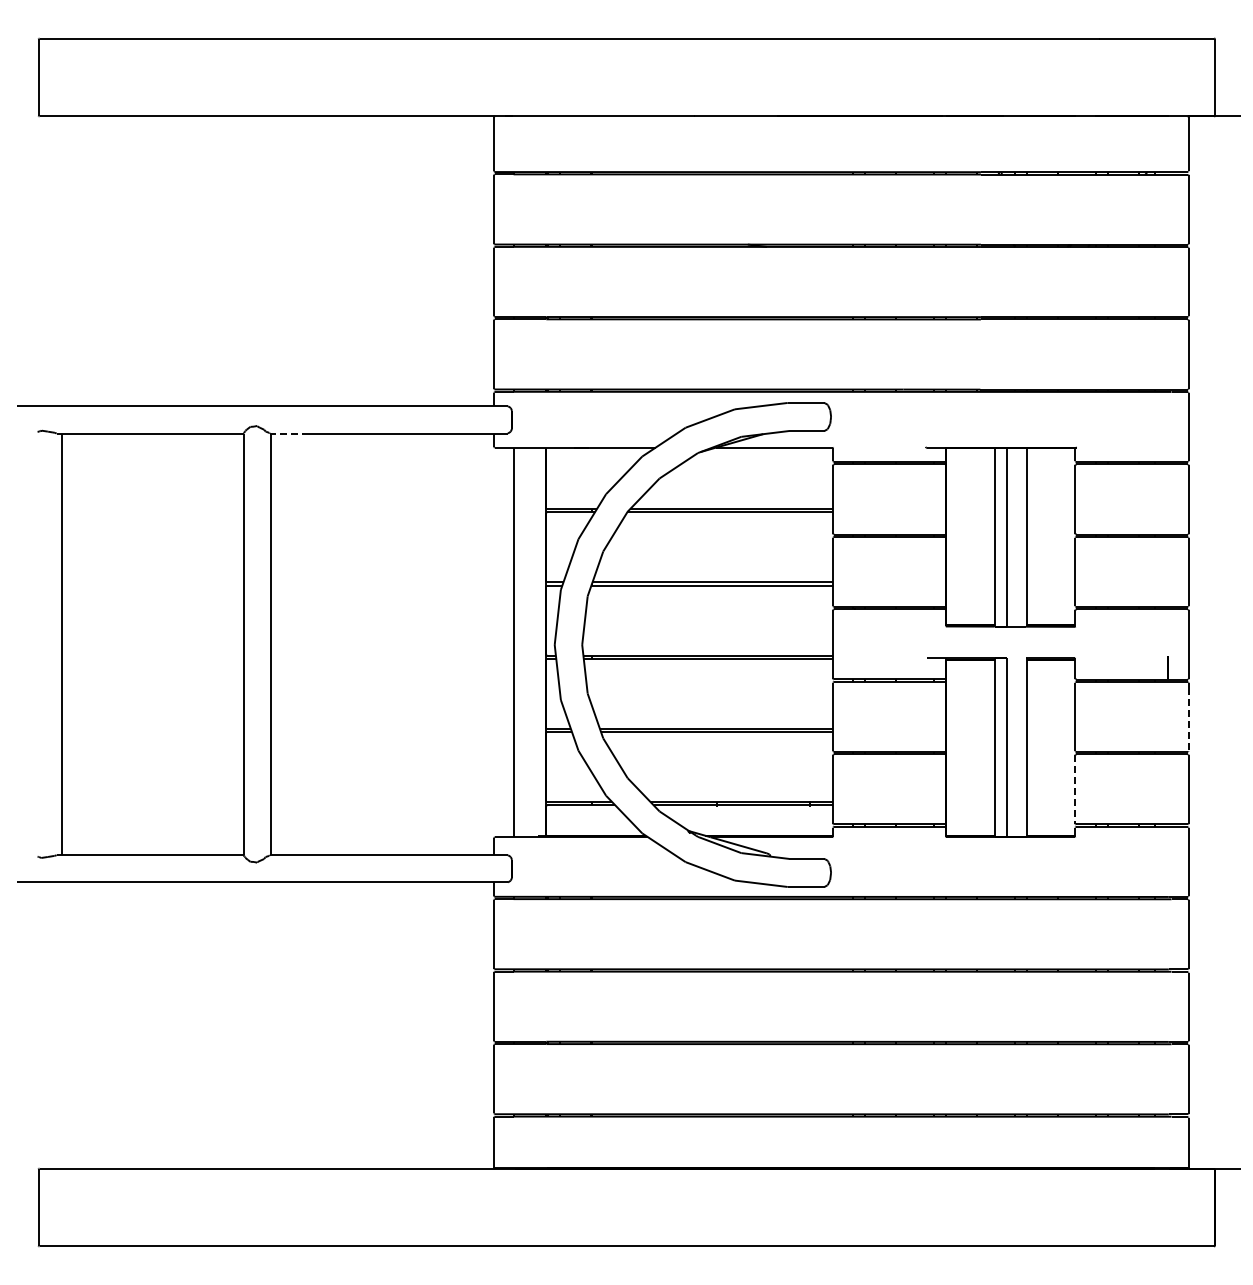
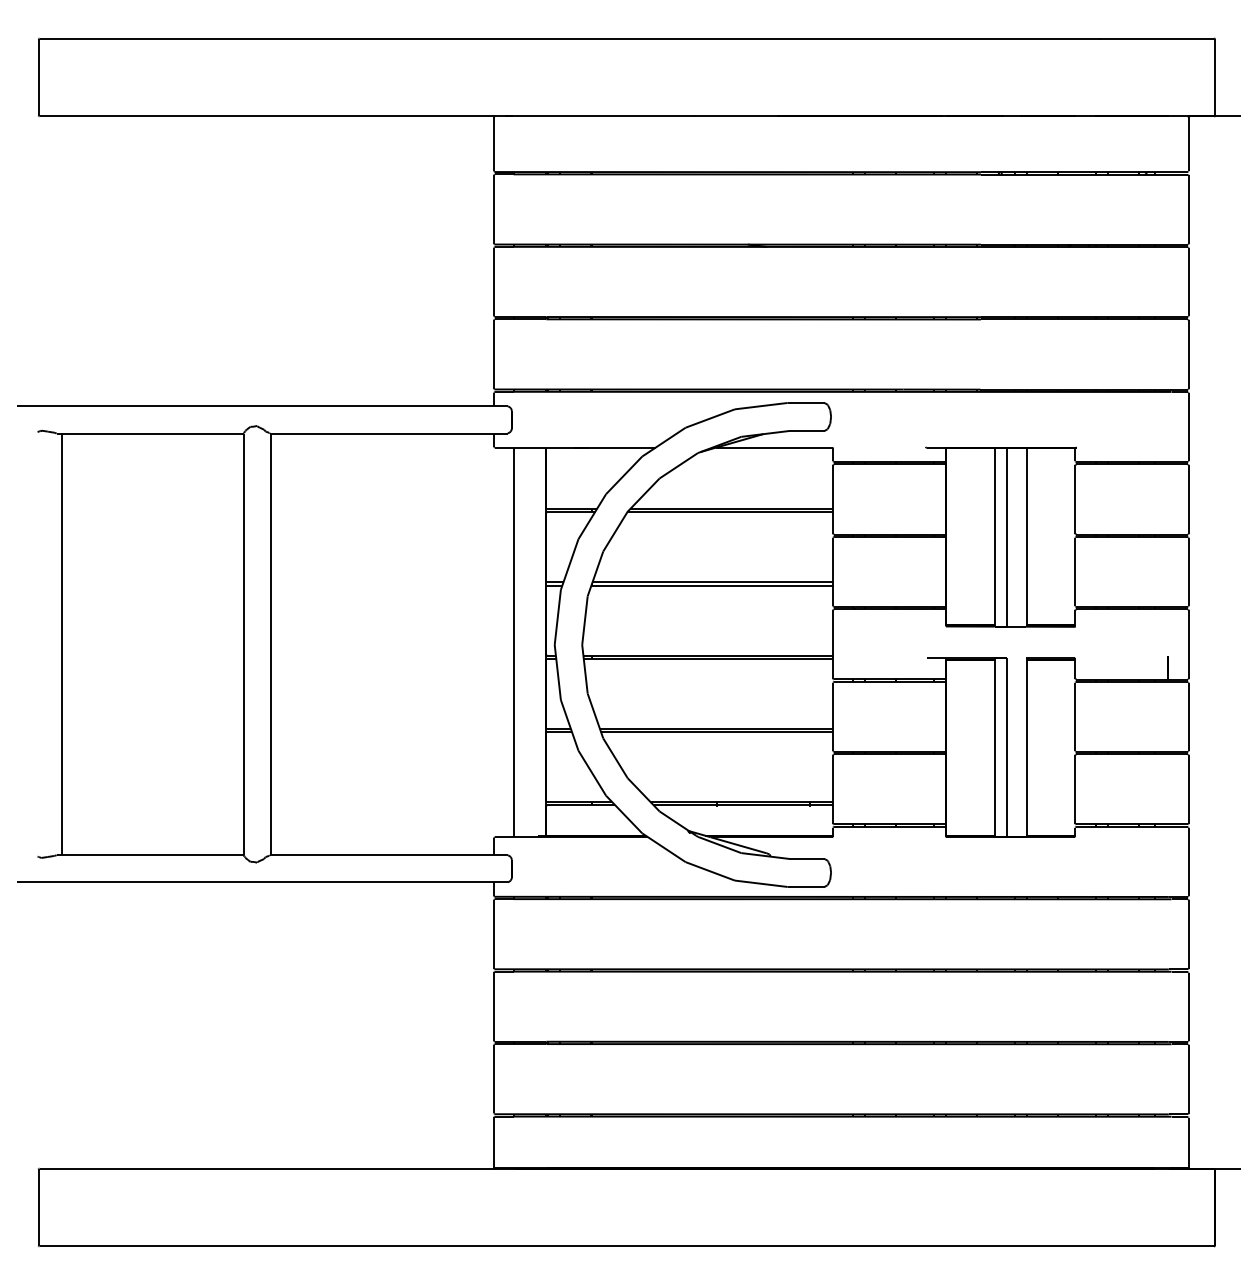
line at (288, 433): dashed -> solid
line at (1188, 719): dashed -> solid
line at (1075, 789): dashed -> solid
